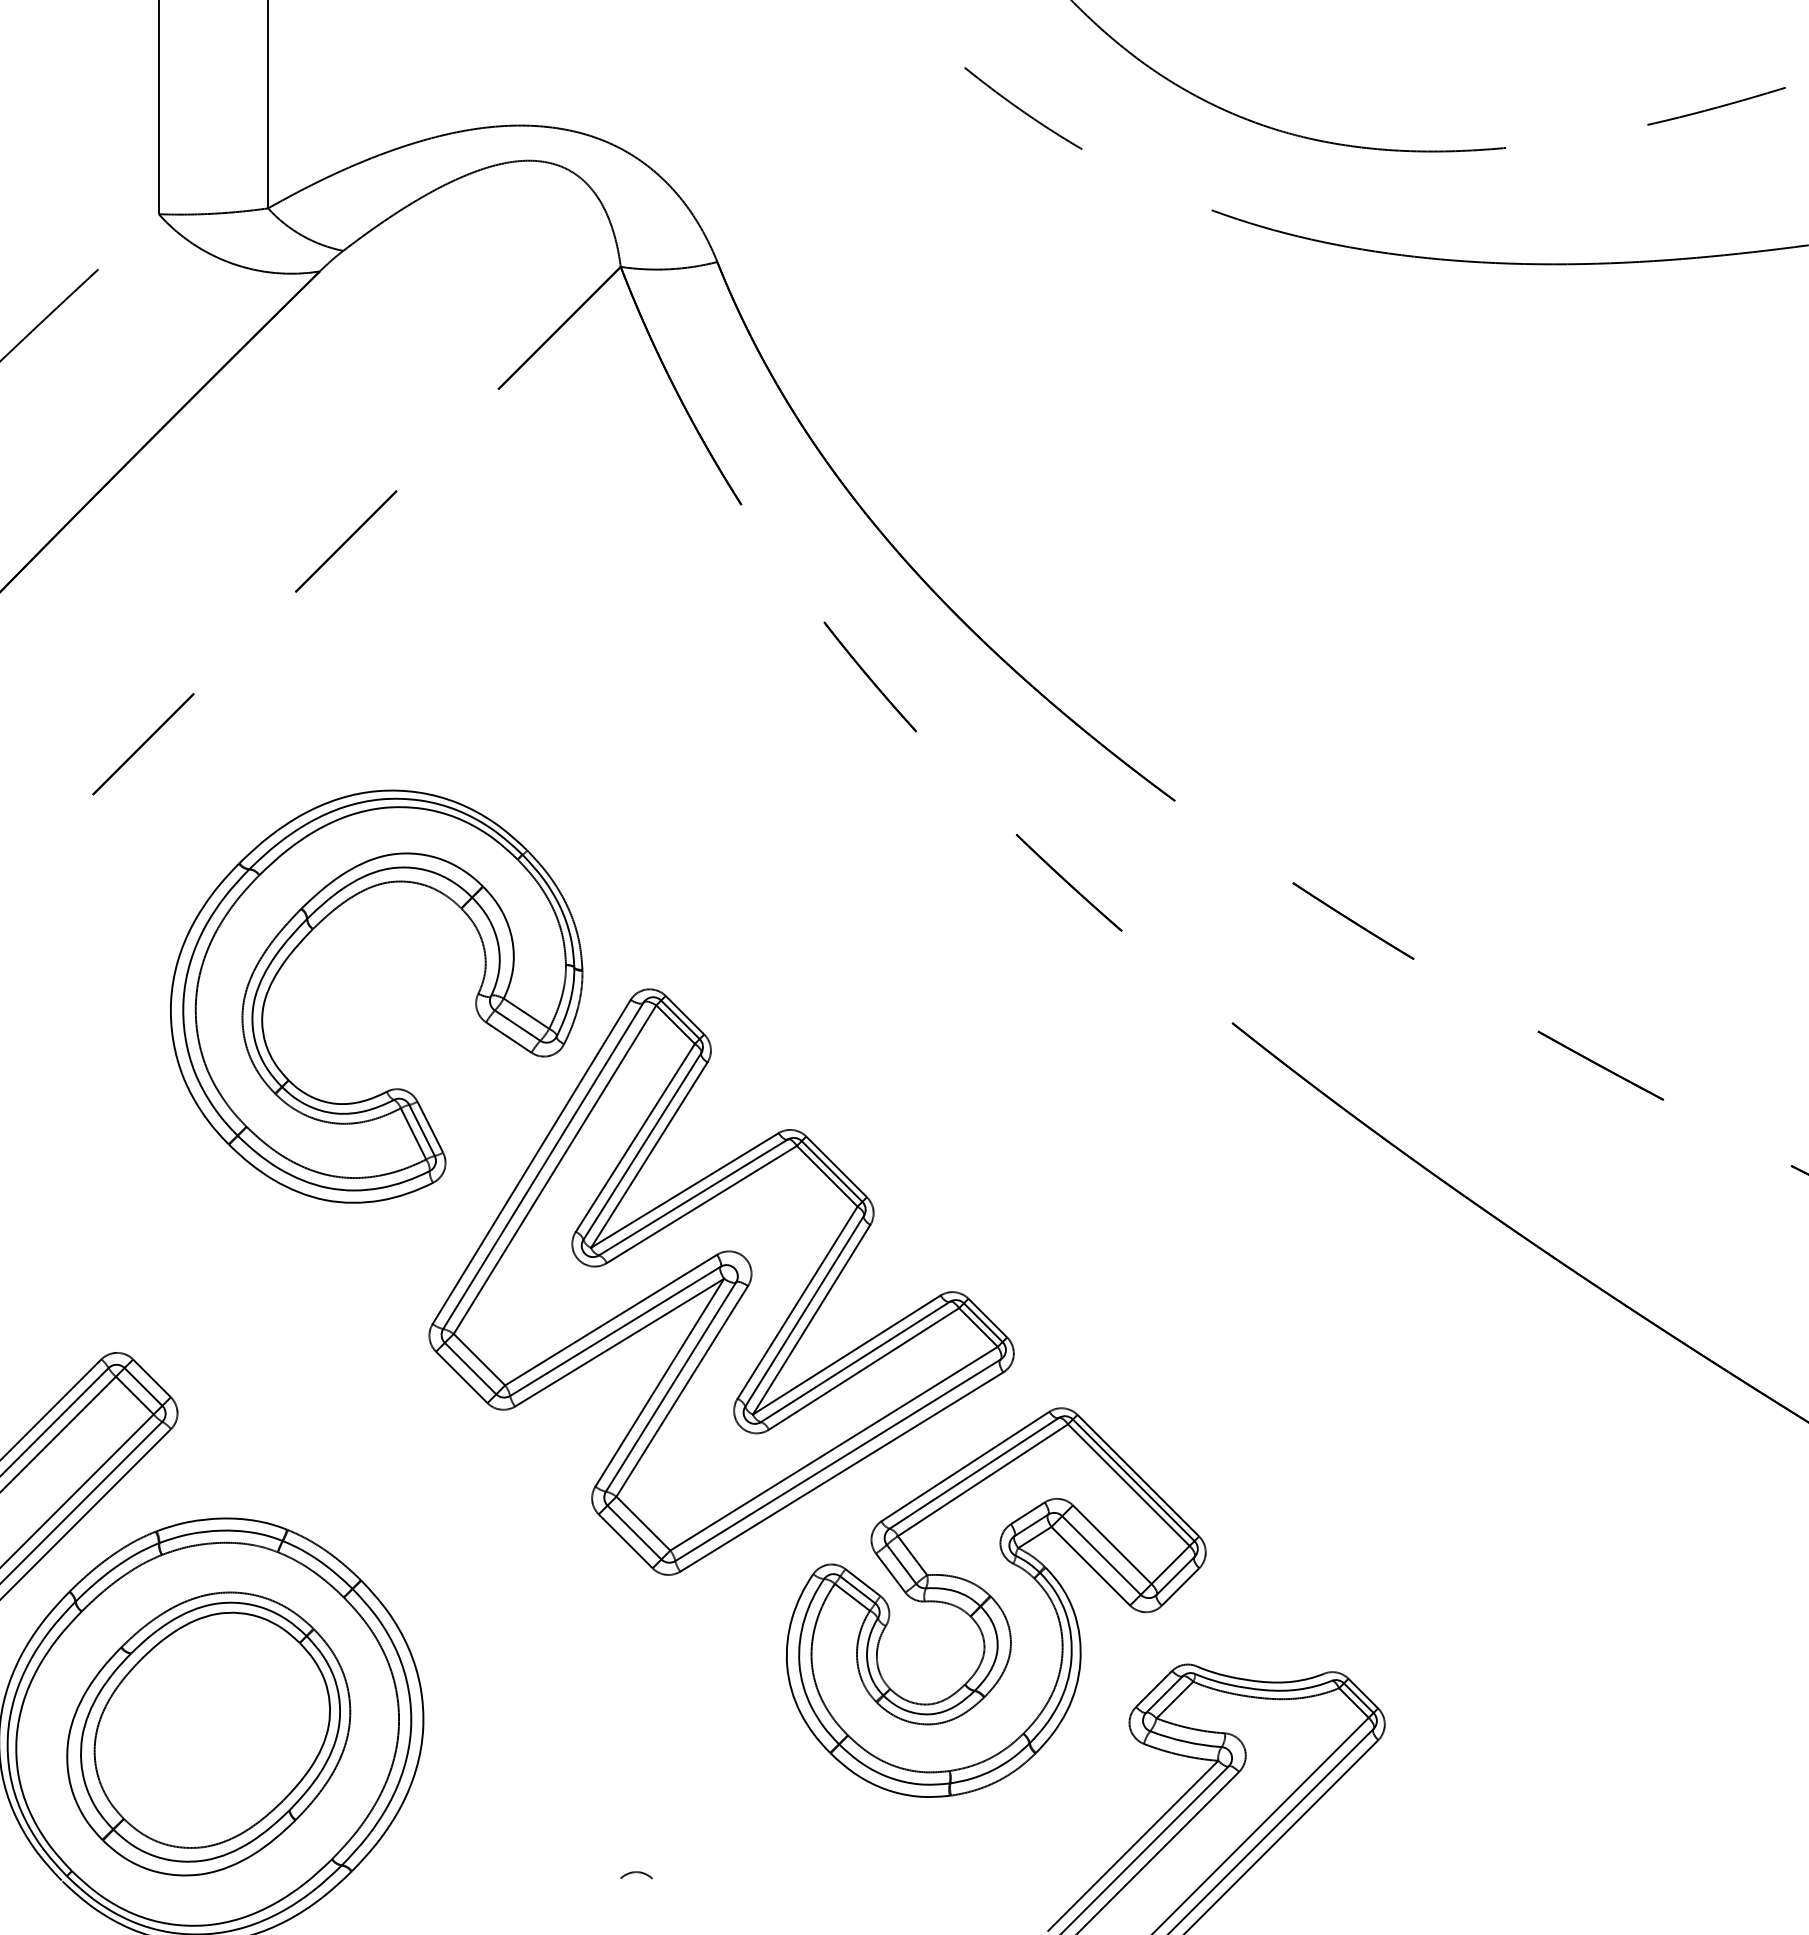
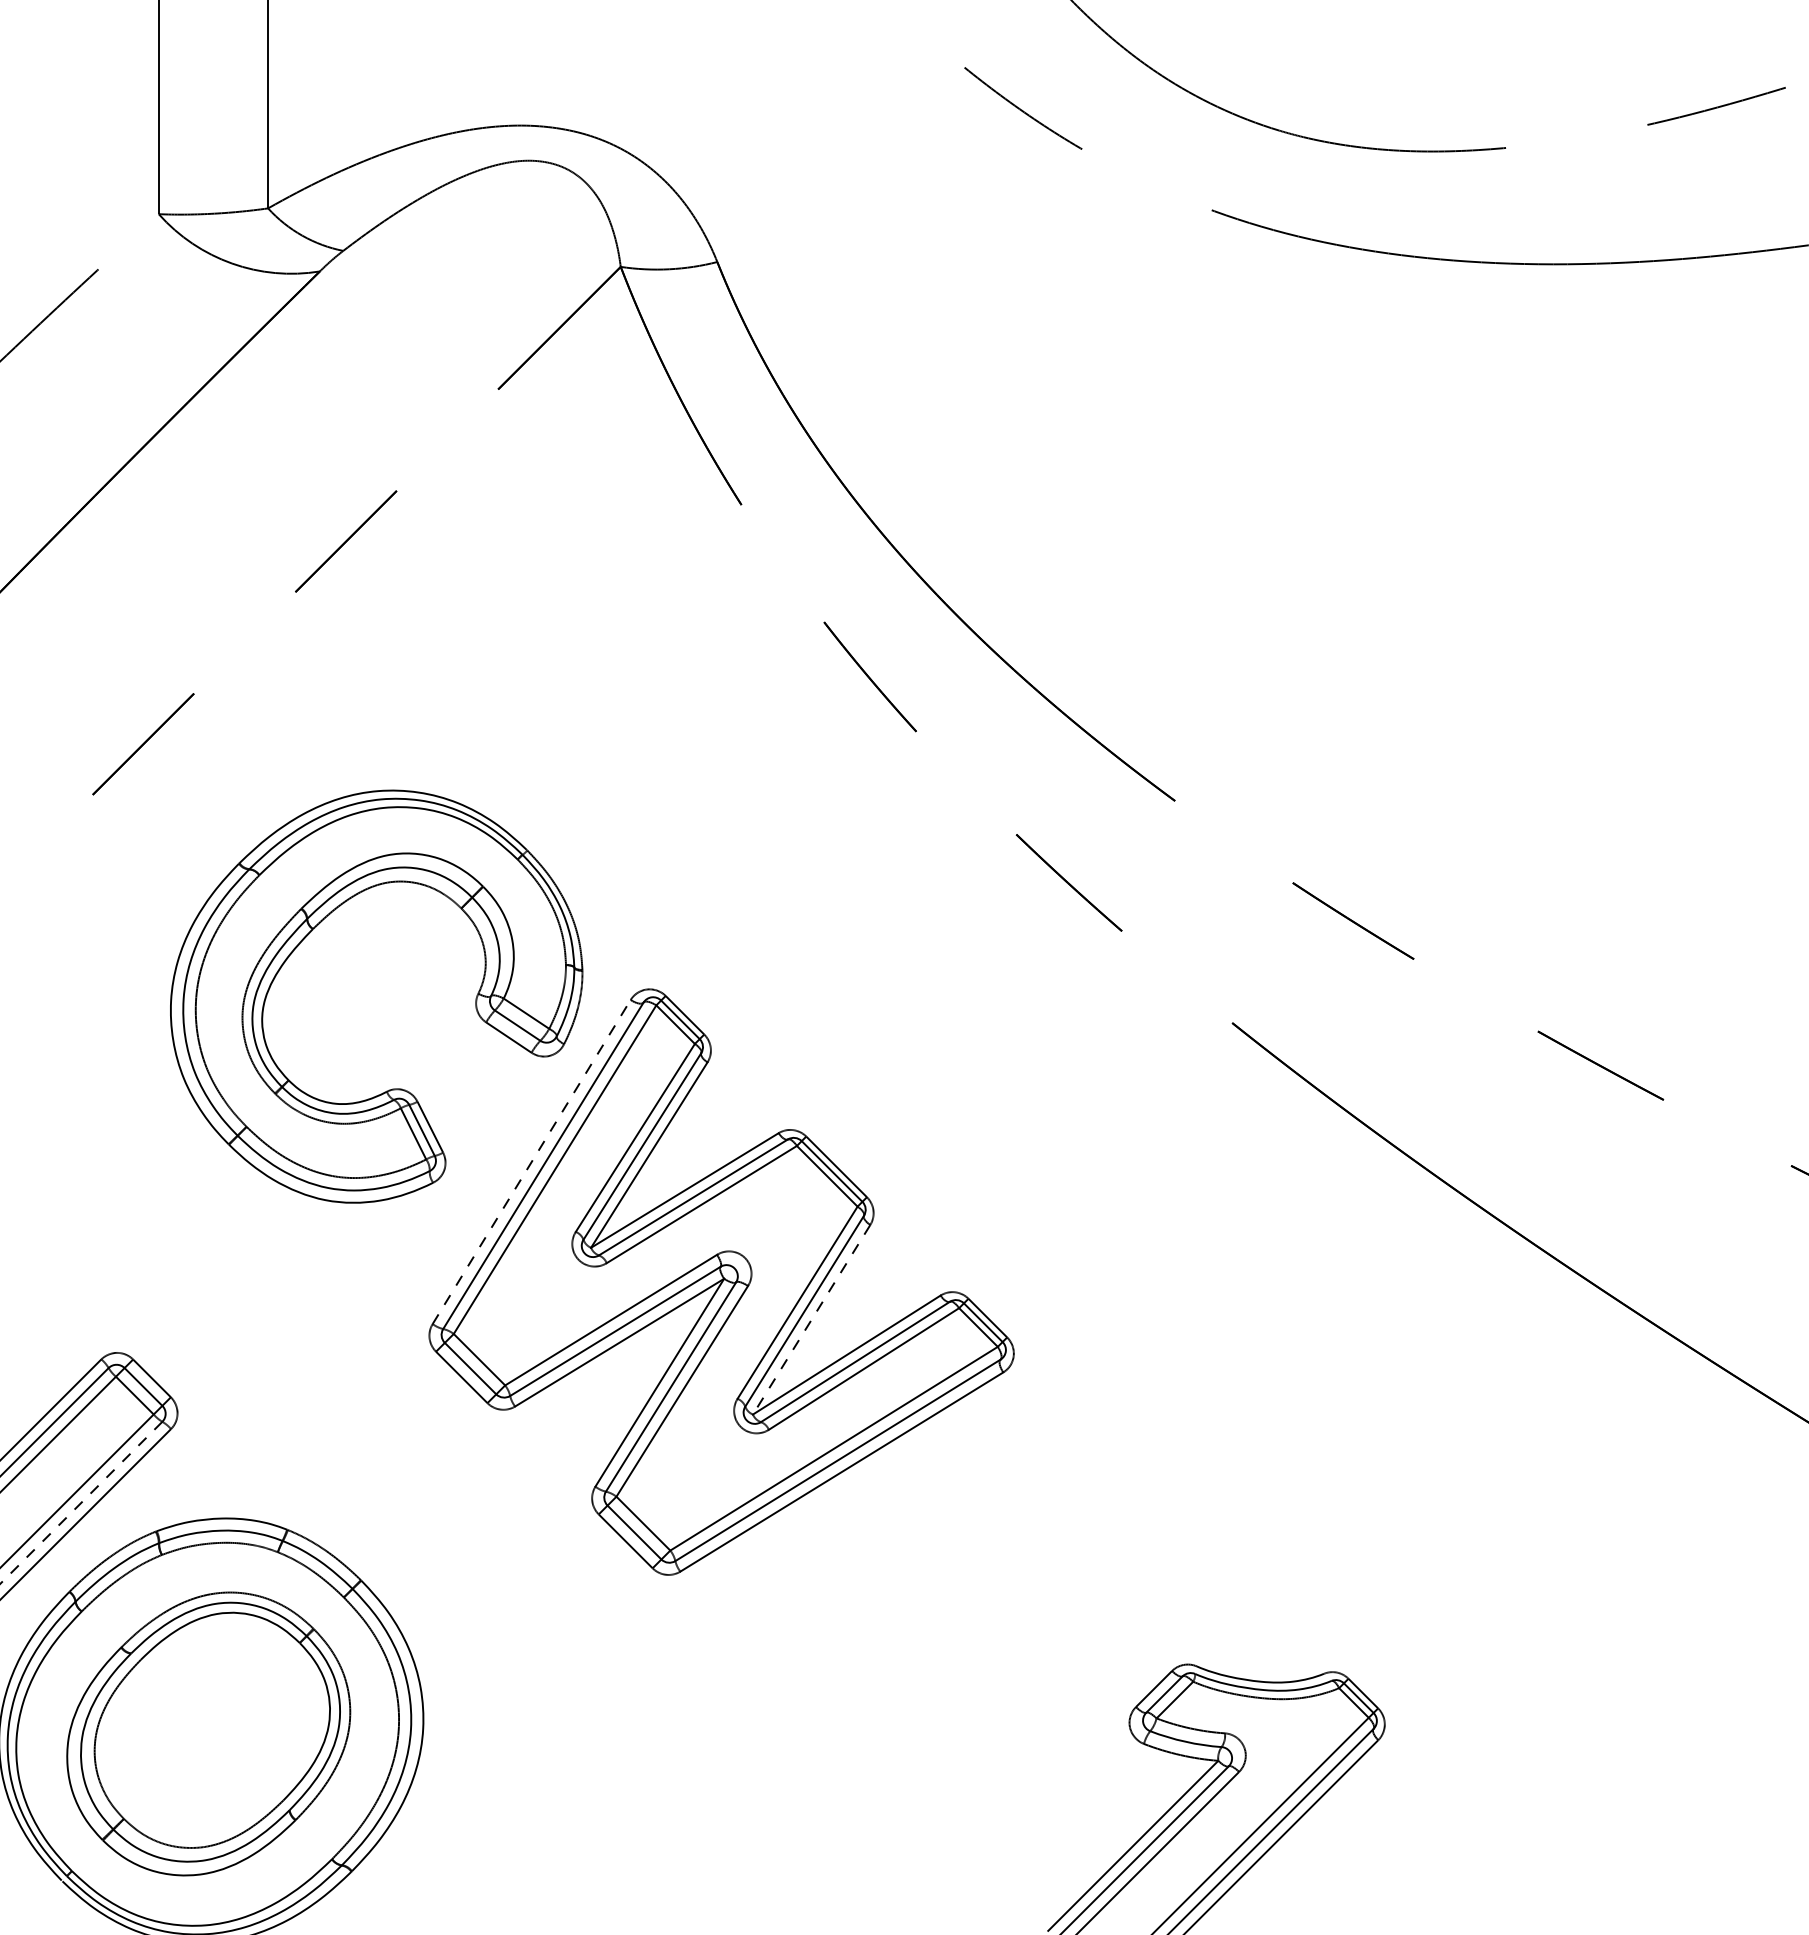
line at (531, 1162): solid -> dashed
line at (811, 1320): solid -> dashed
line at (81, 1503): solid -> dashed
part at (996, 1602): present -> none
curve at (636, 1873): present -> none
